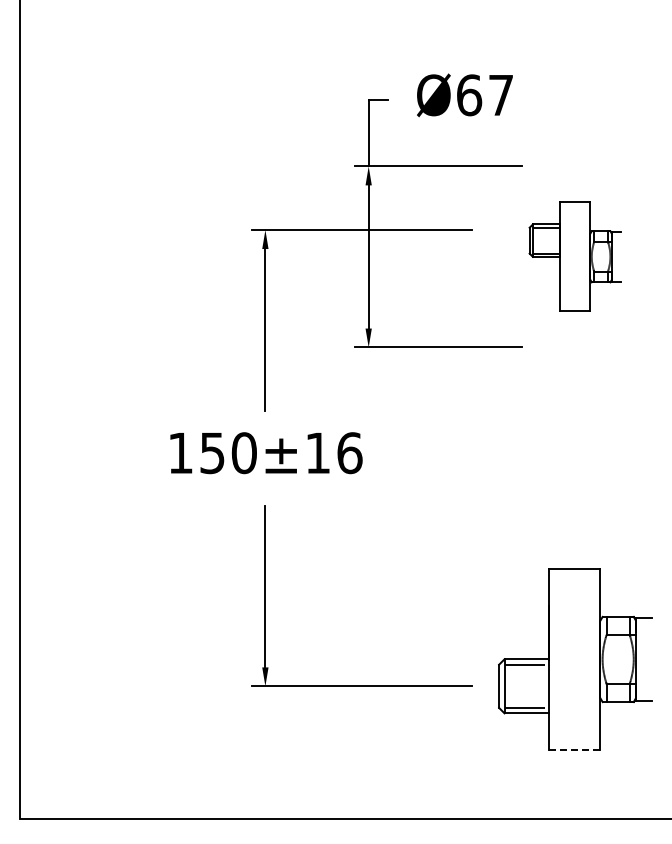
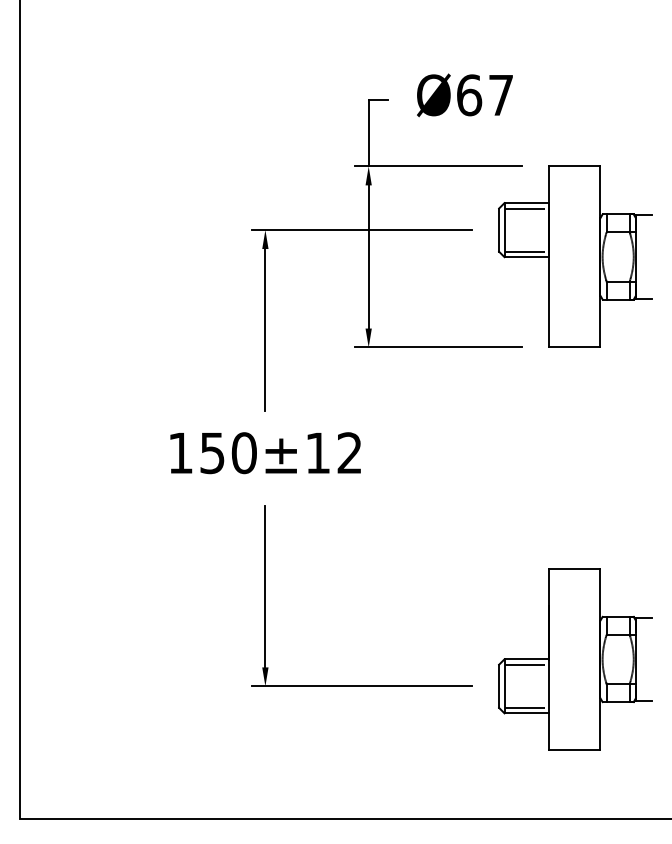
part at (574, 256) size: 94x111 px -> 155x183 px
text at (349, 453): 150±16 -> 150±12
line at (574, 749): dashed -> solid
